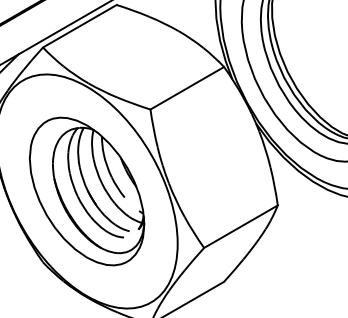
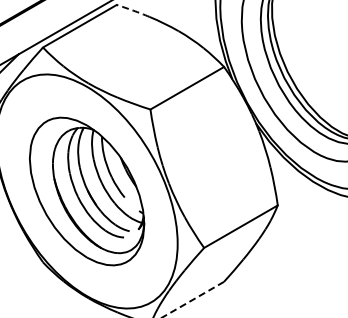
arc at (133, 10): solid -> dashed
line at (192, 300): solid -> dashed
